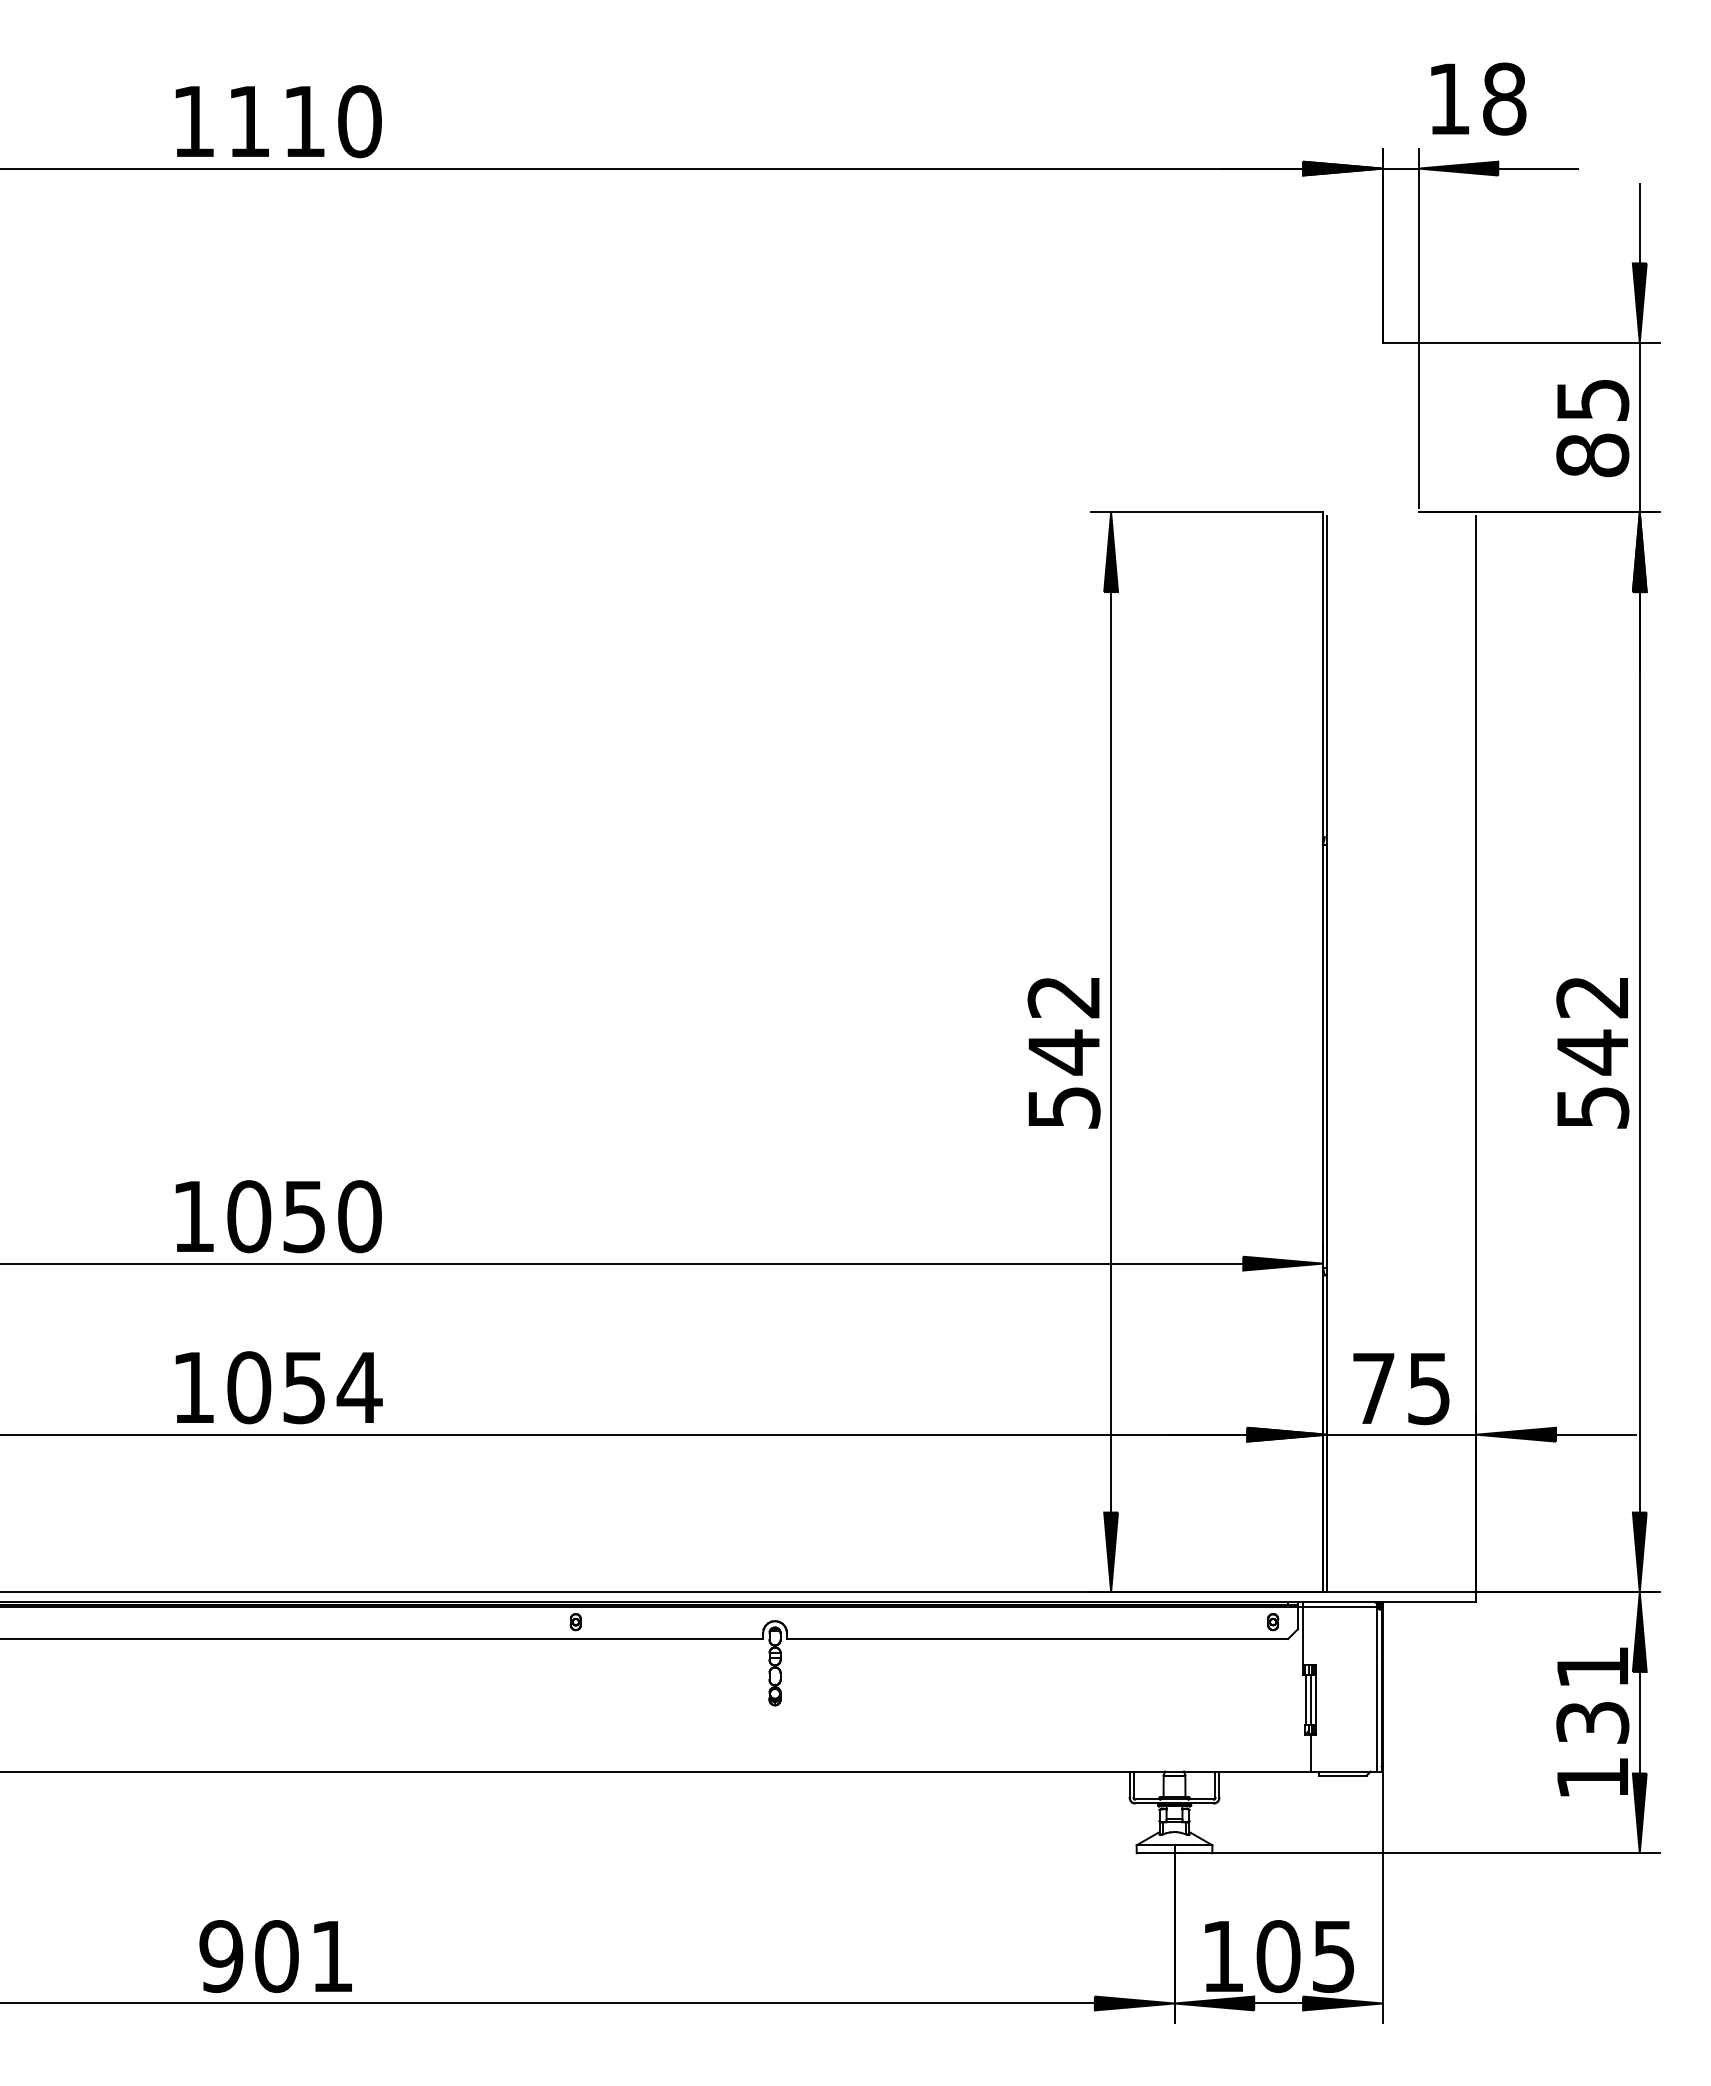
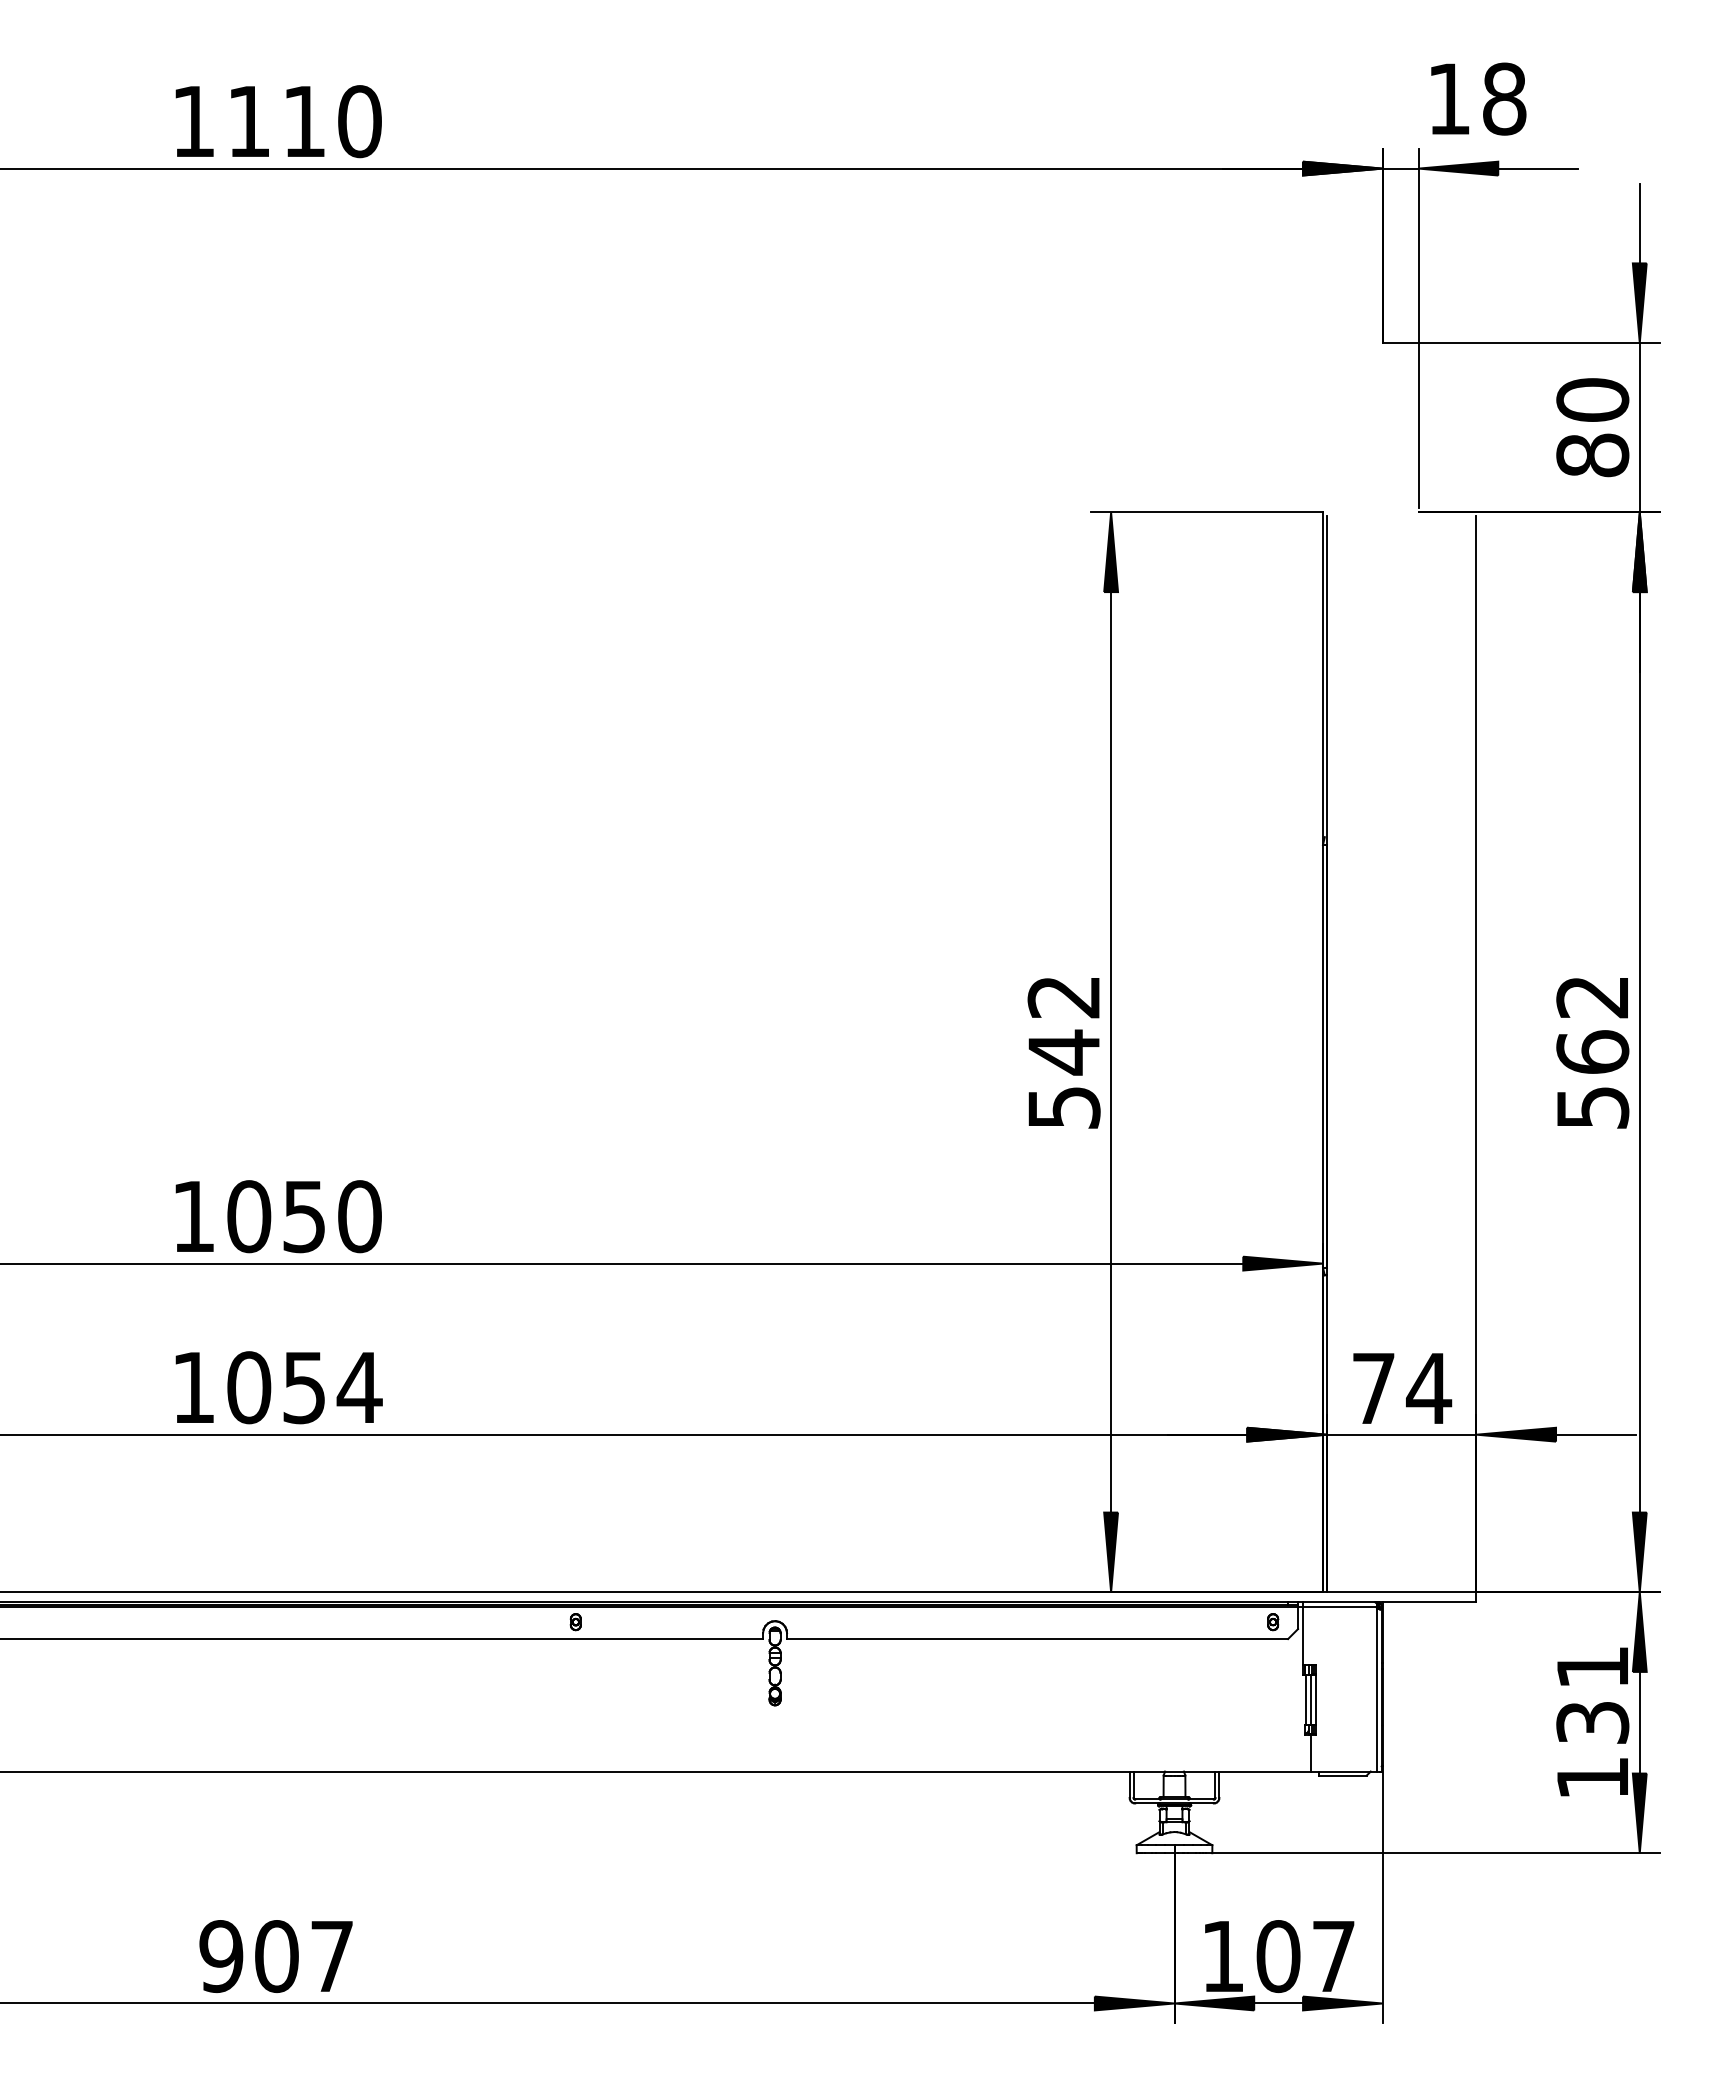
text at (1592, 399): 85 -> 80
text at (1592, 1052): 542 -> 562
text at (1429, 1389): 75 -> 74
text at (331, 1956): 901 -> 907
text at (1333, 1957): 105 -> 107
